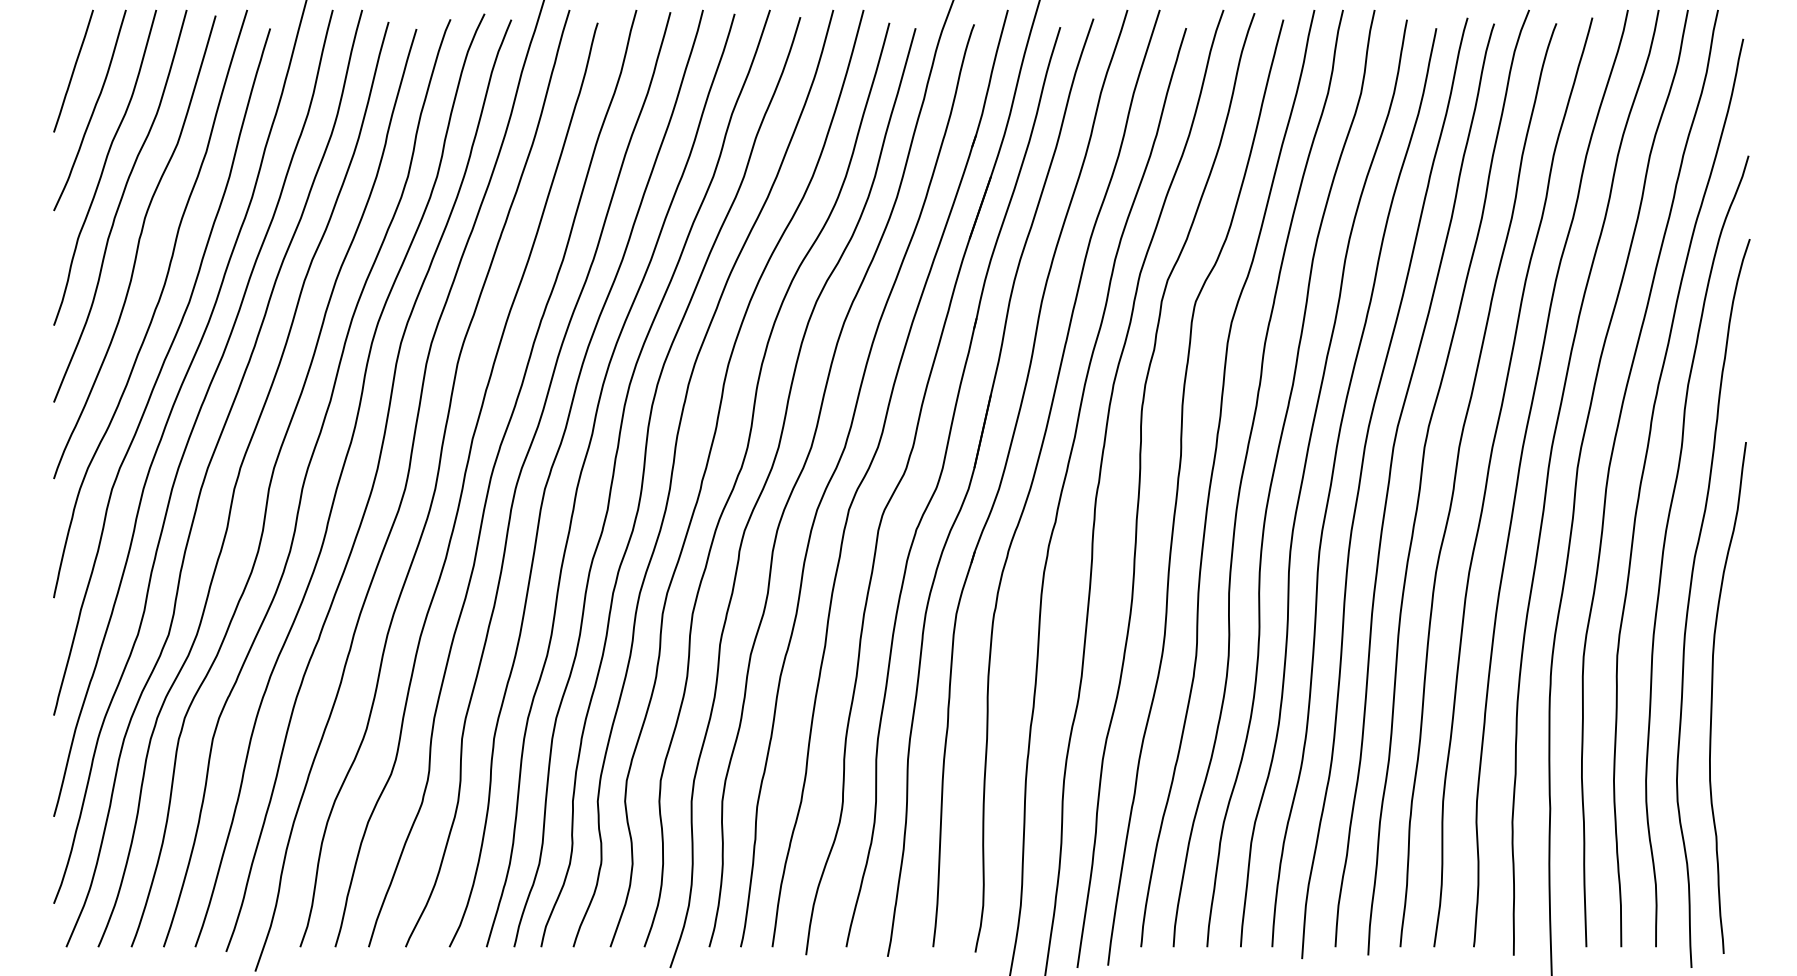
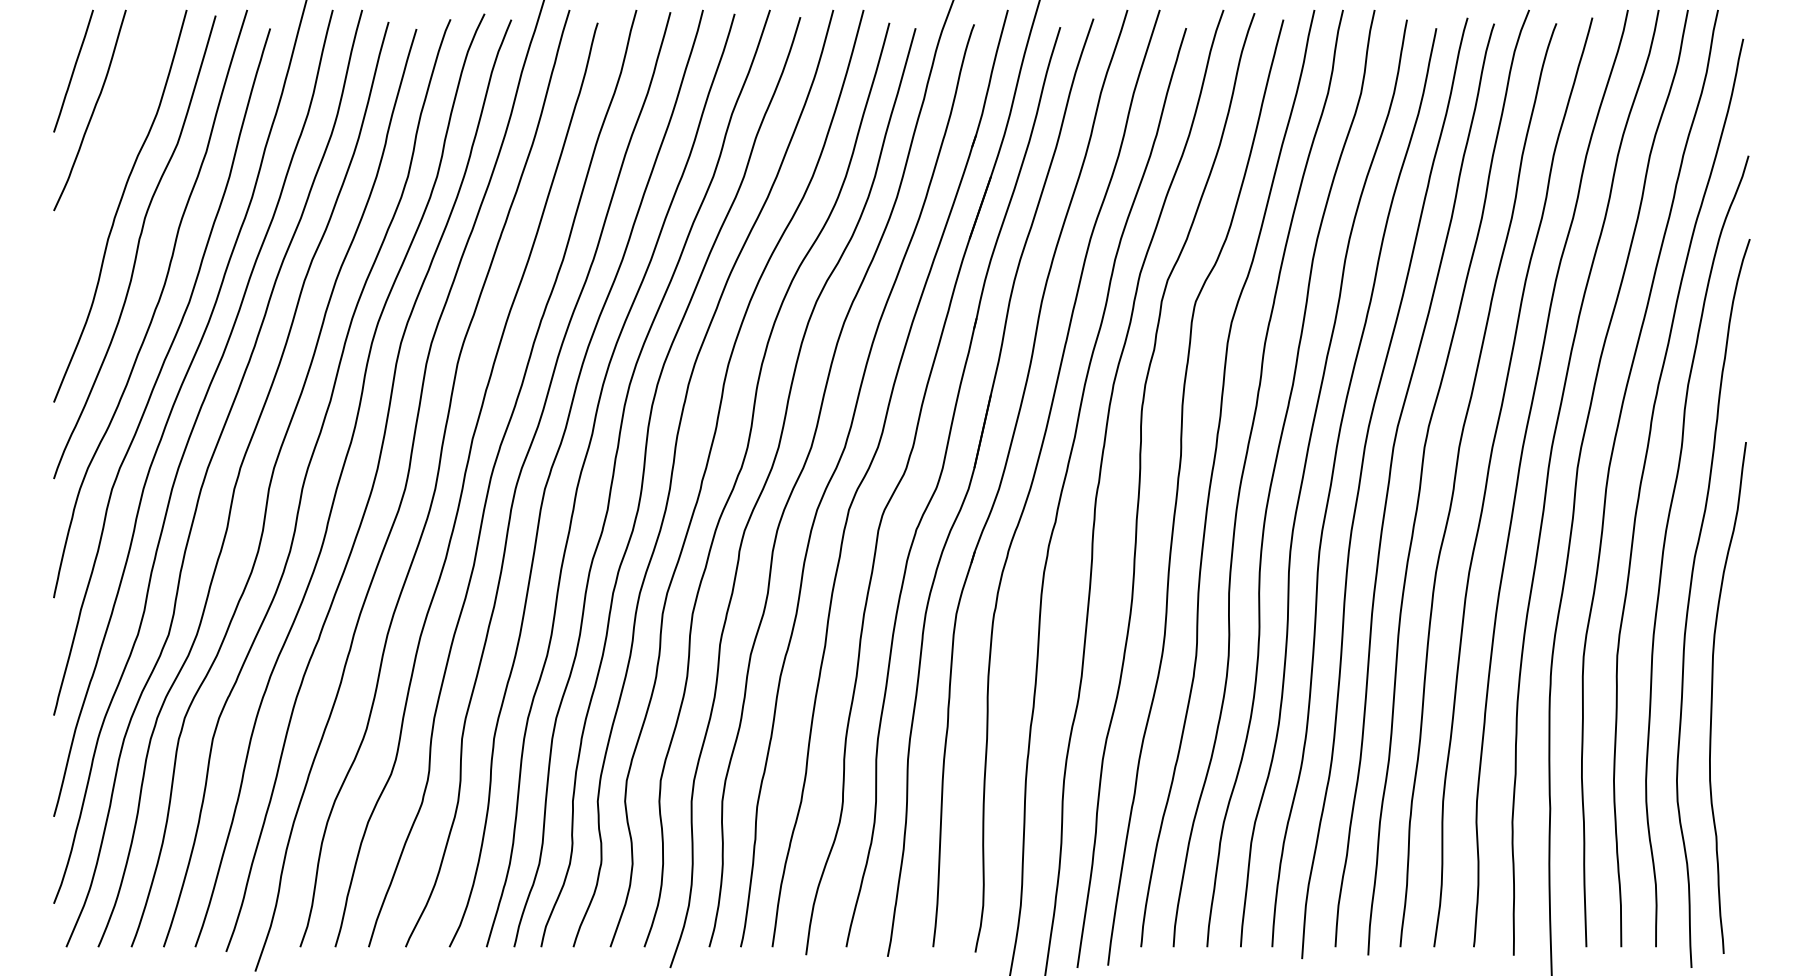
curve at (104, 167): present -> none
